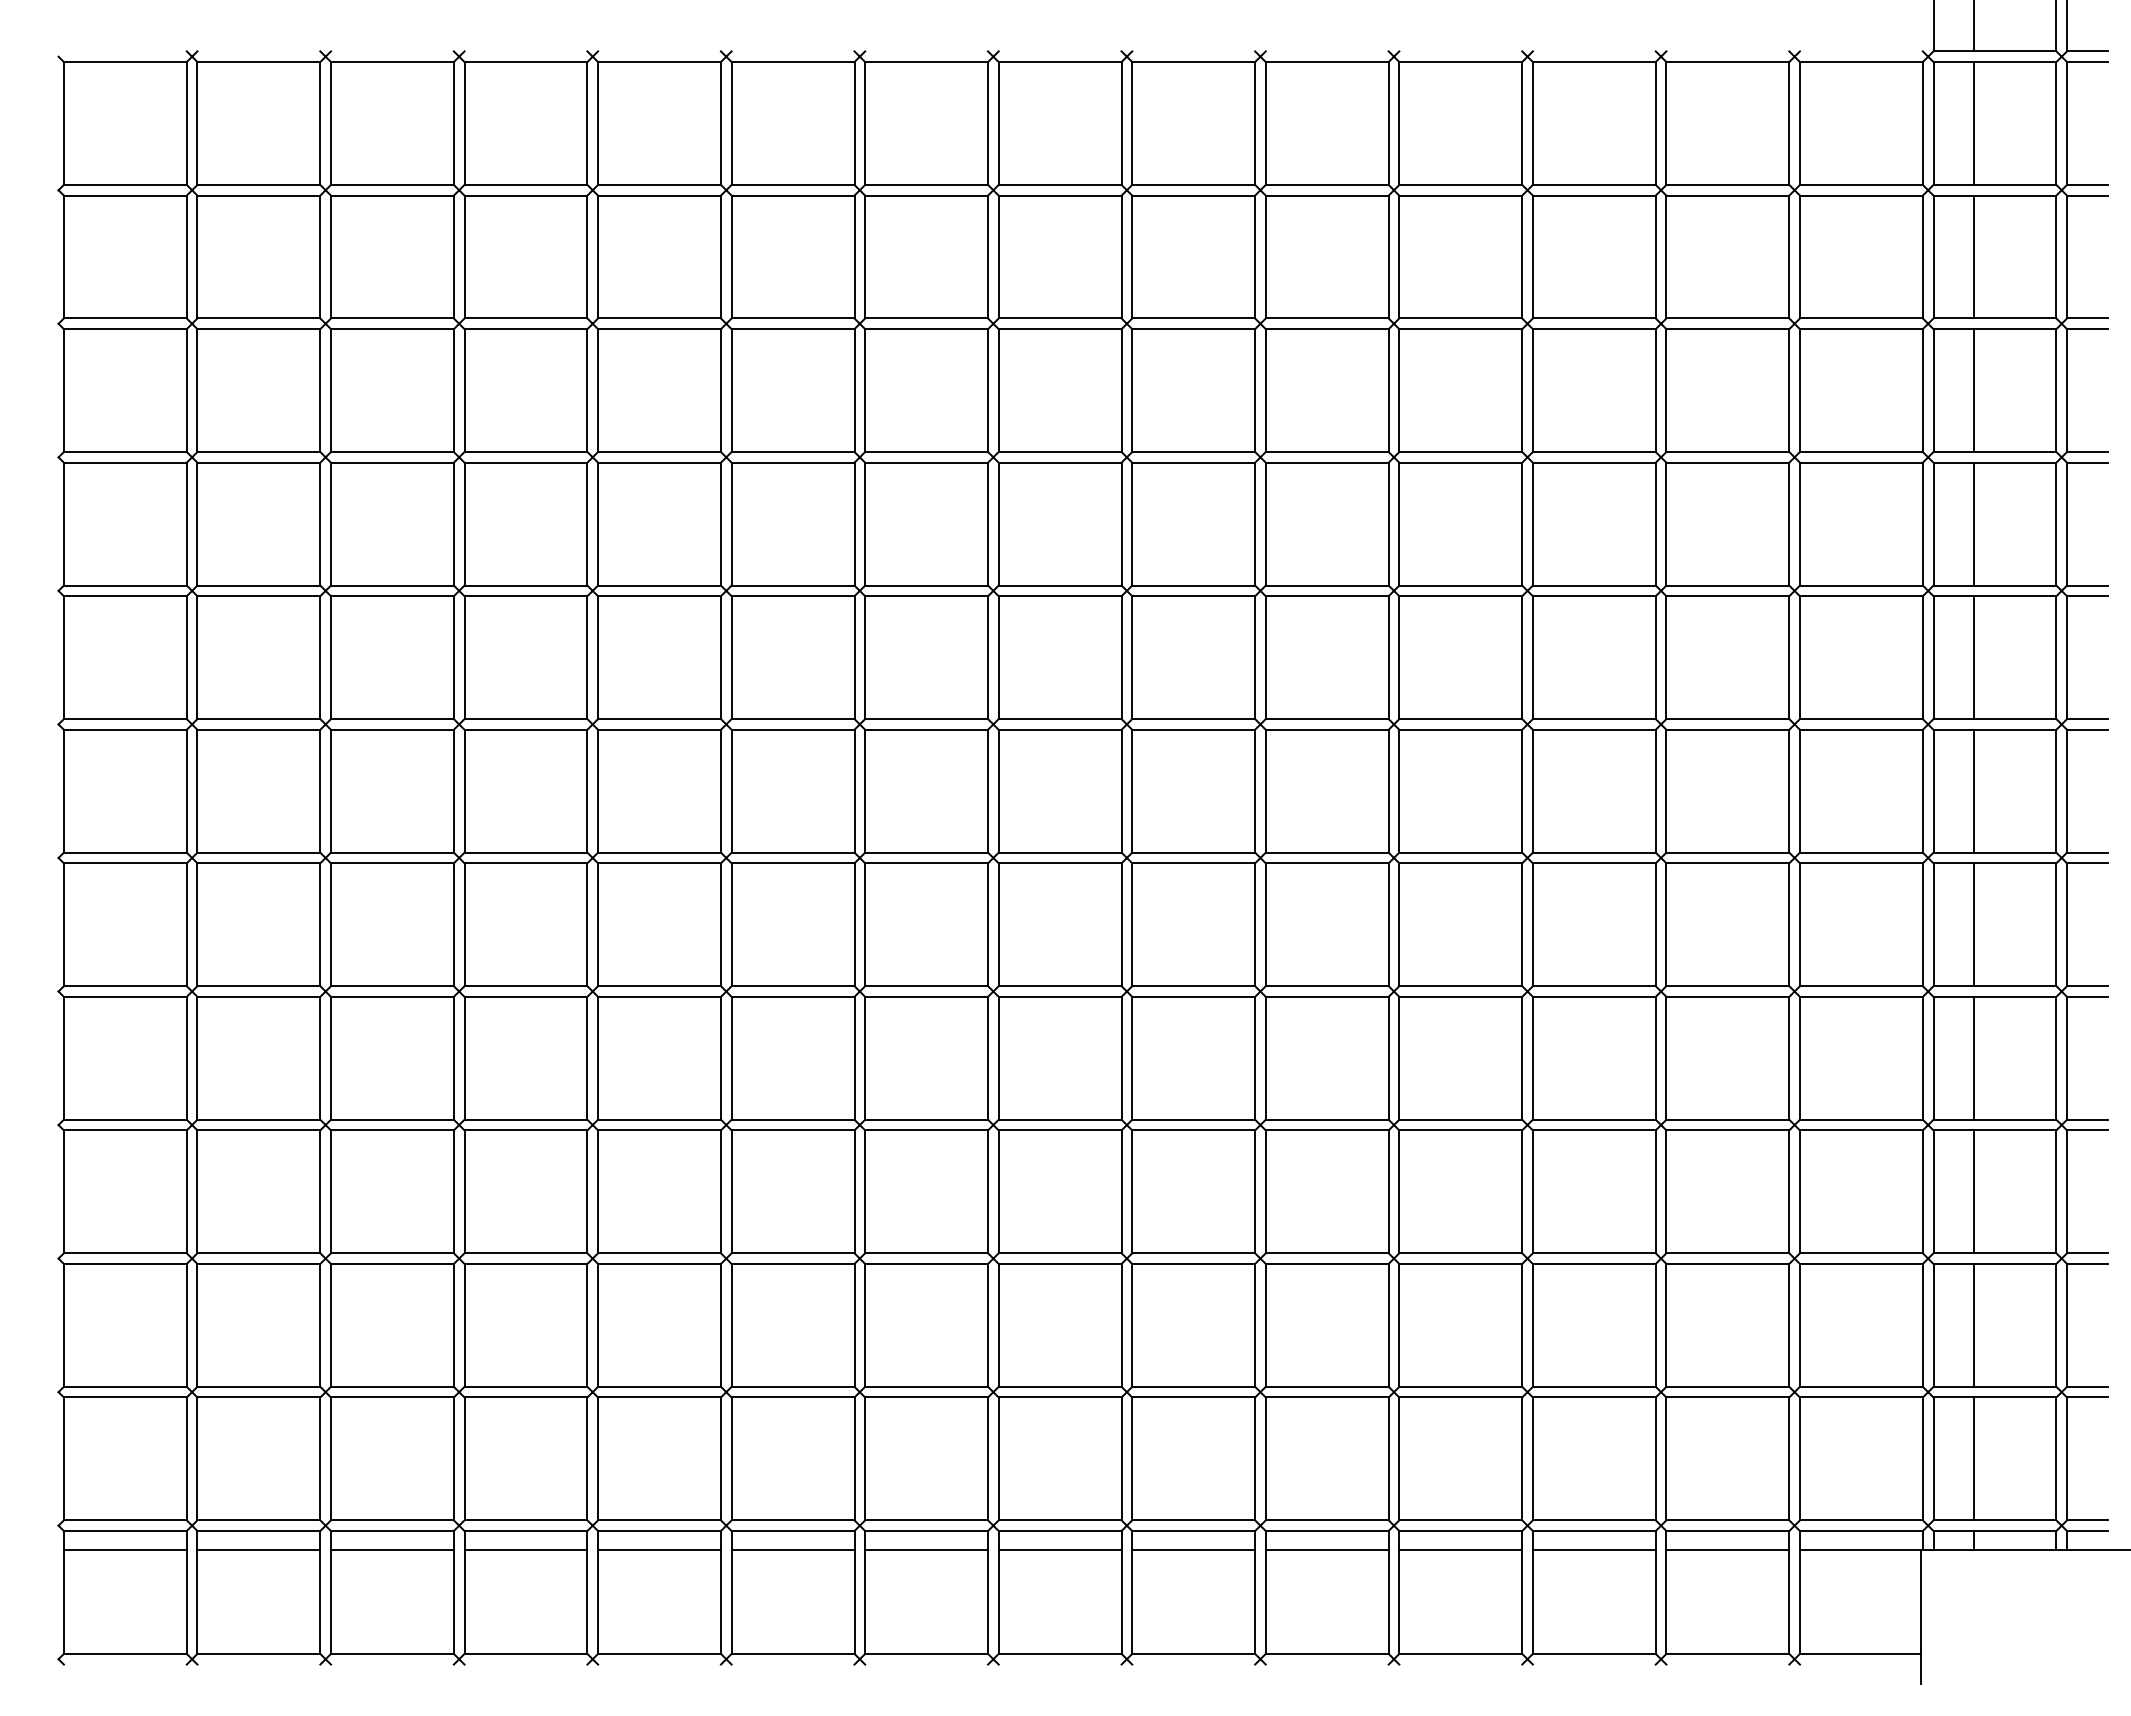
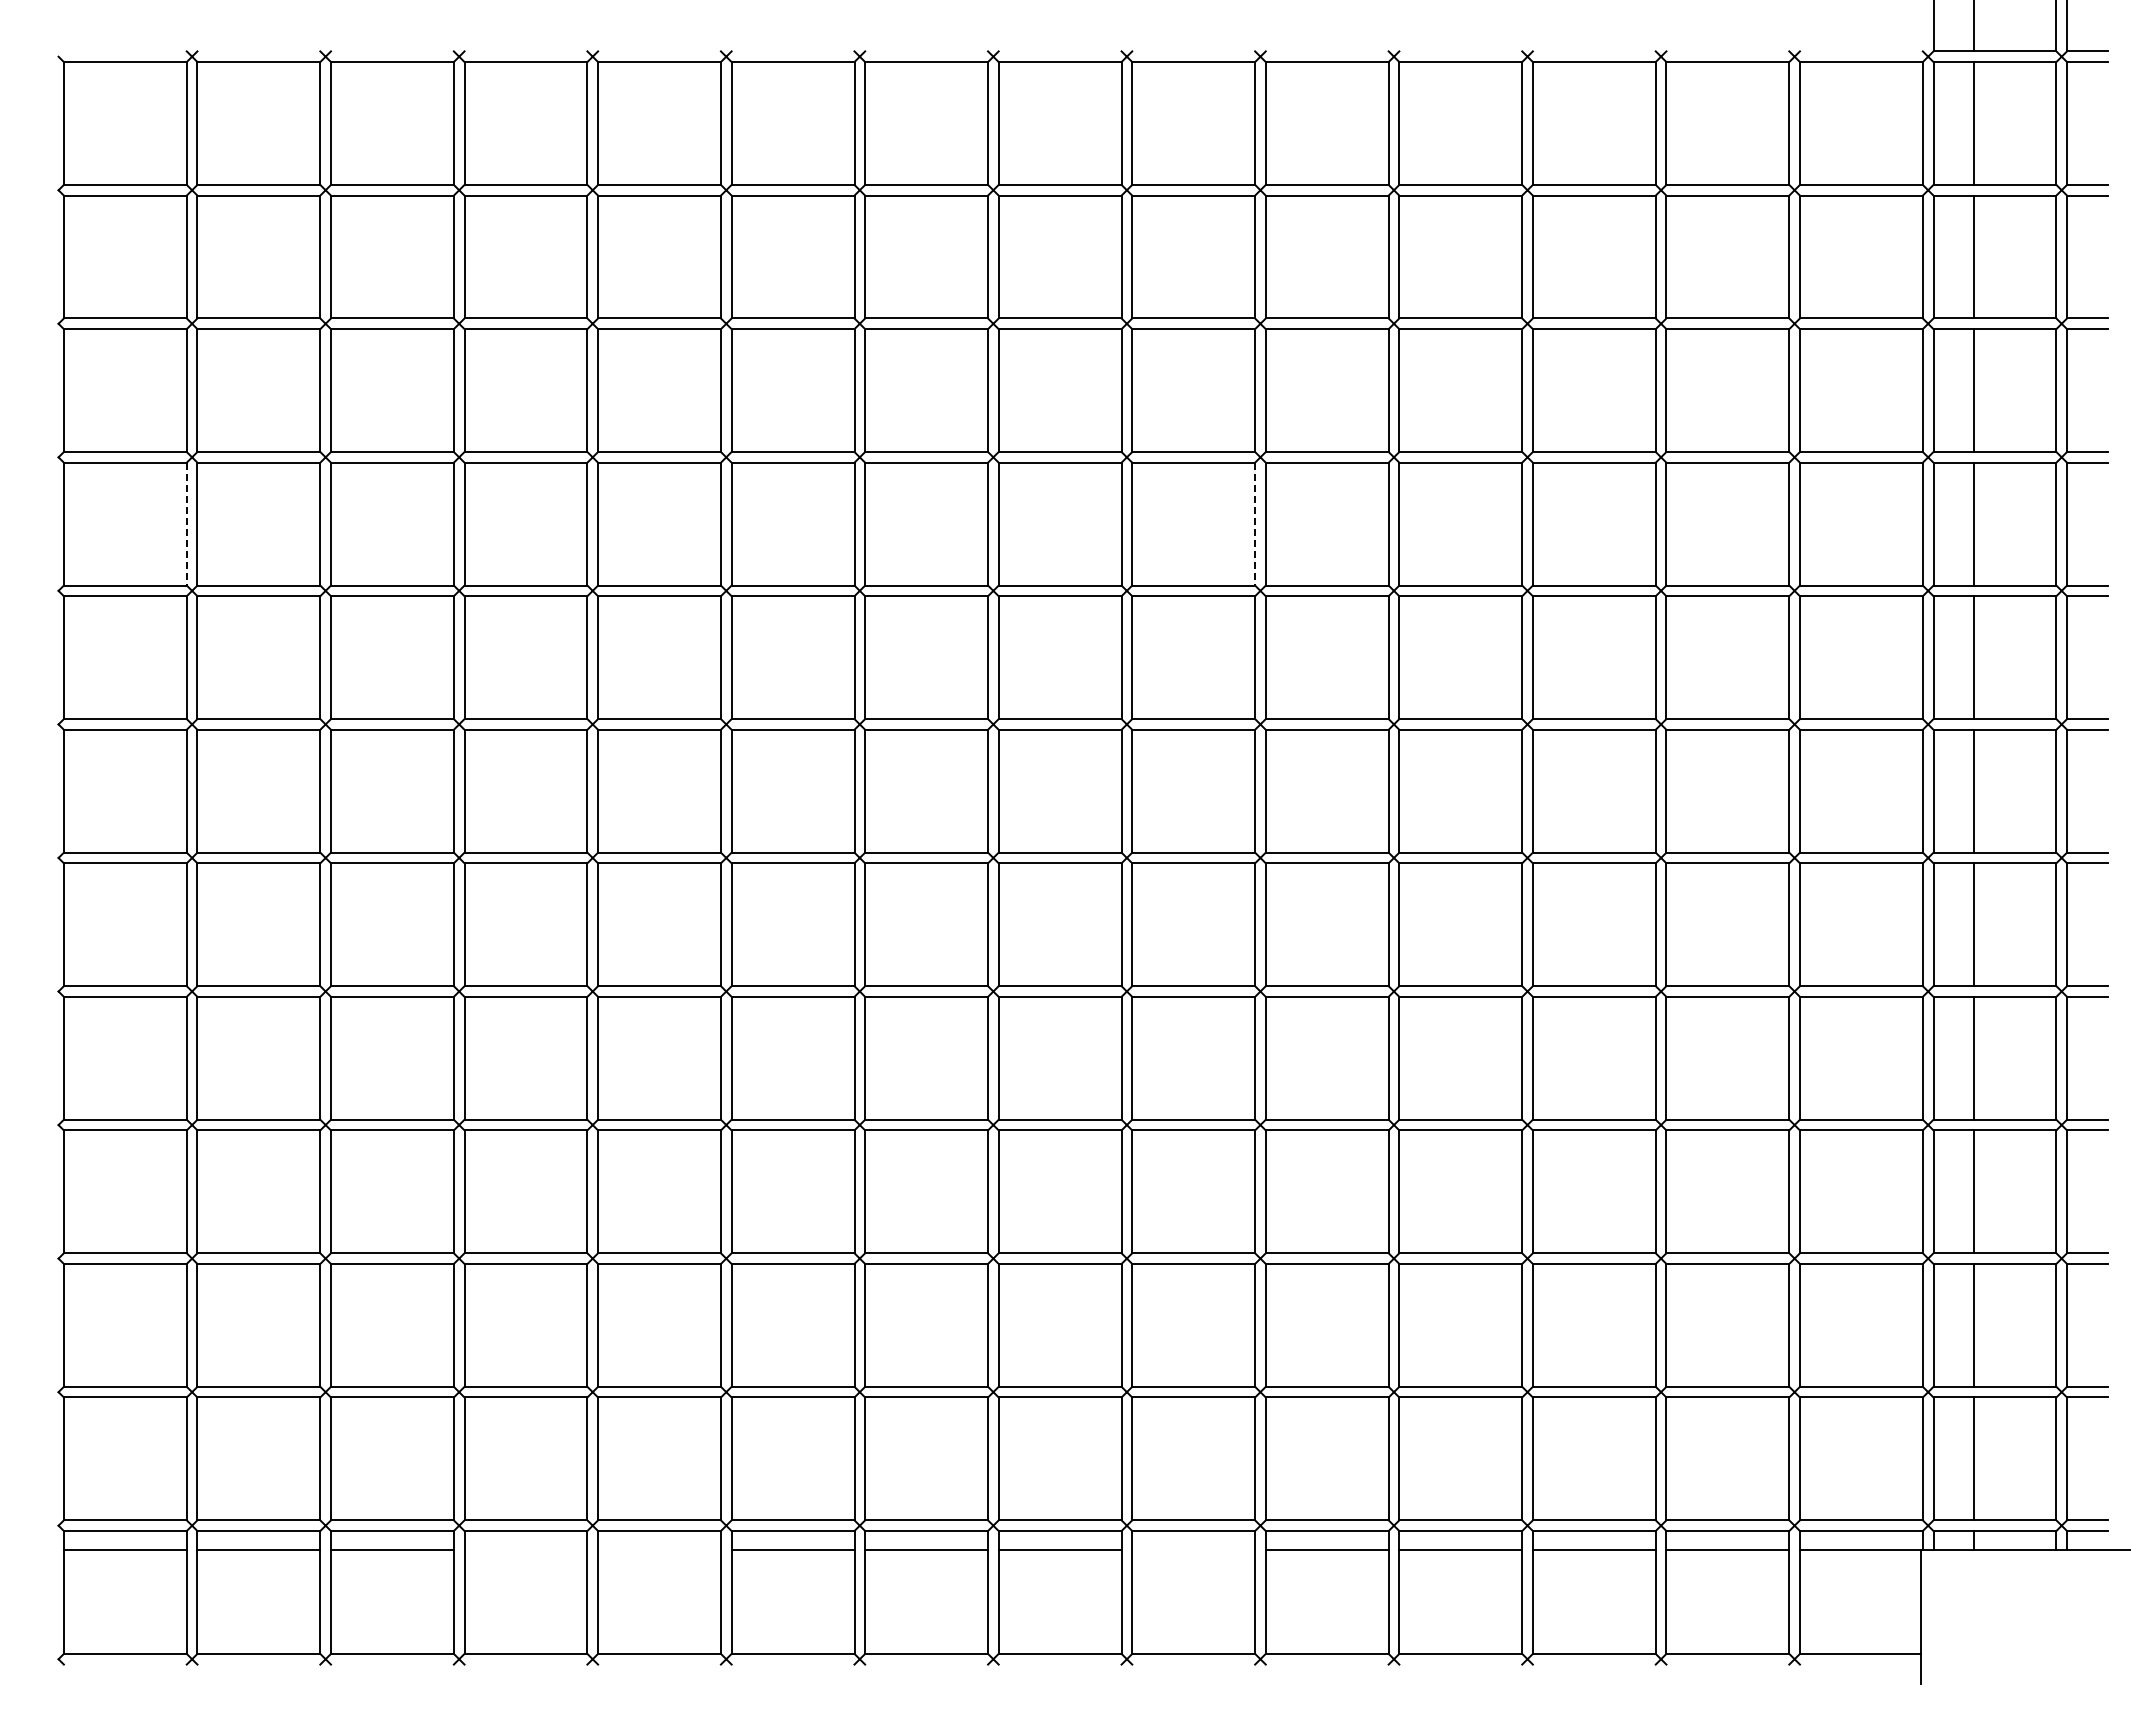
line at (186, 524): solid -> dashed
line at (1255, 524): solid -> dashed
line at (525, 1550): present -> none
line at (659, 1550): present -> none
line at (1193, 1550): present -> none
